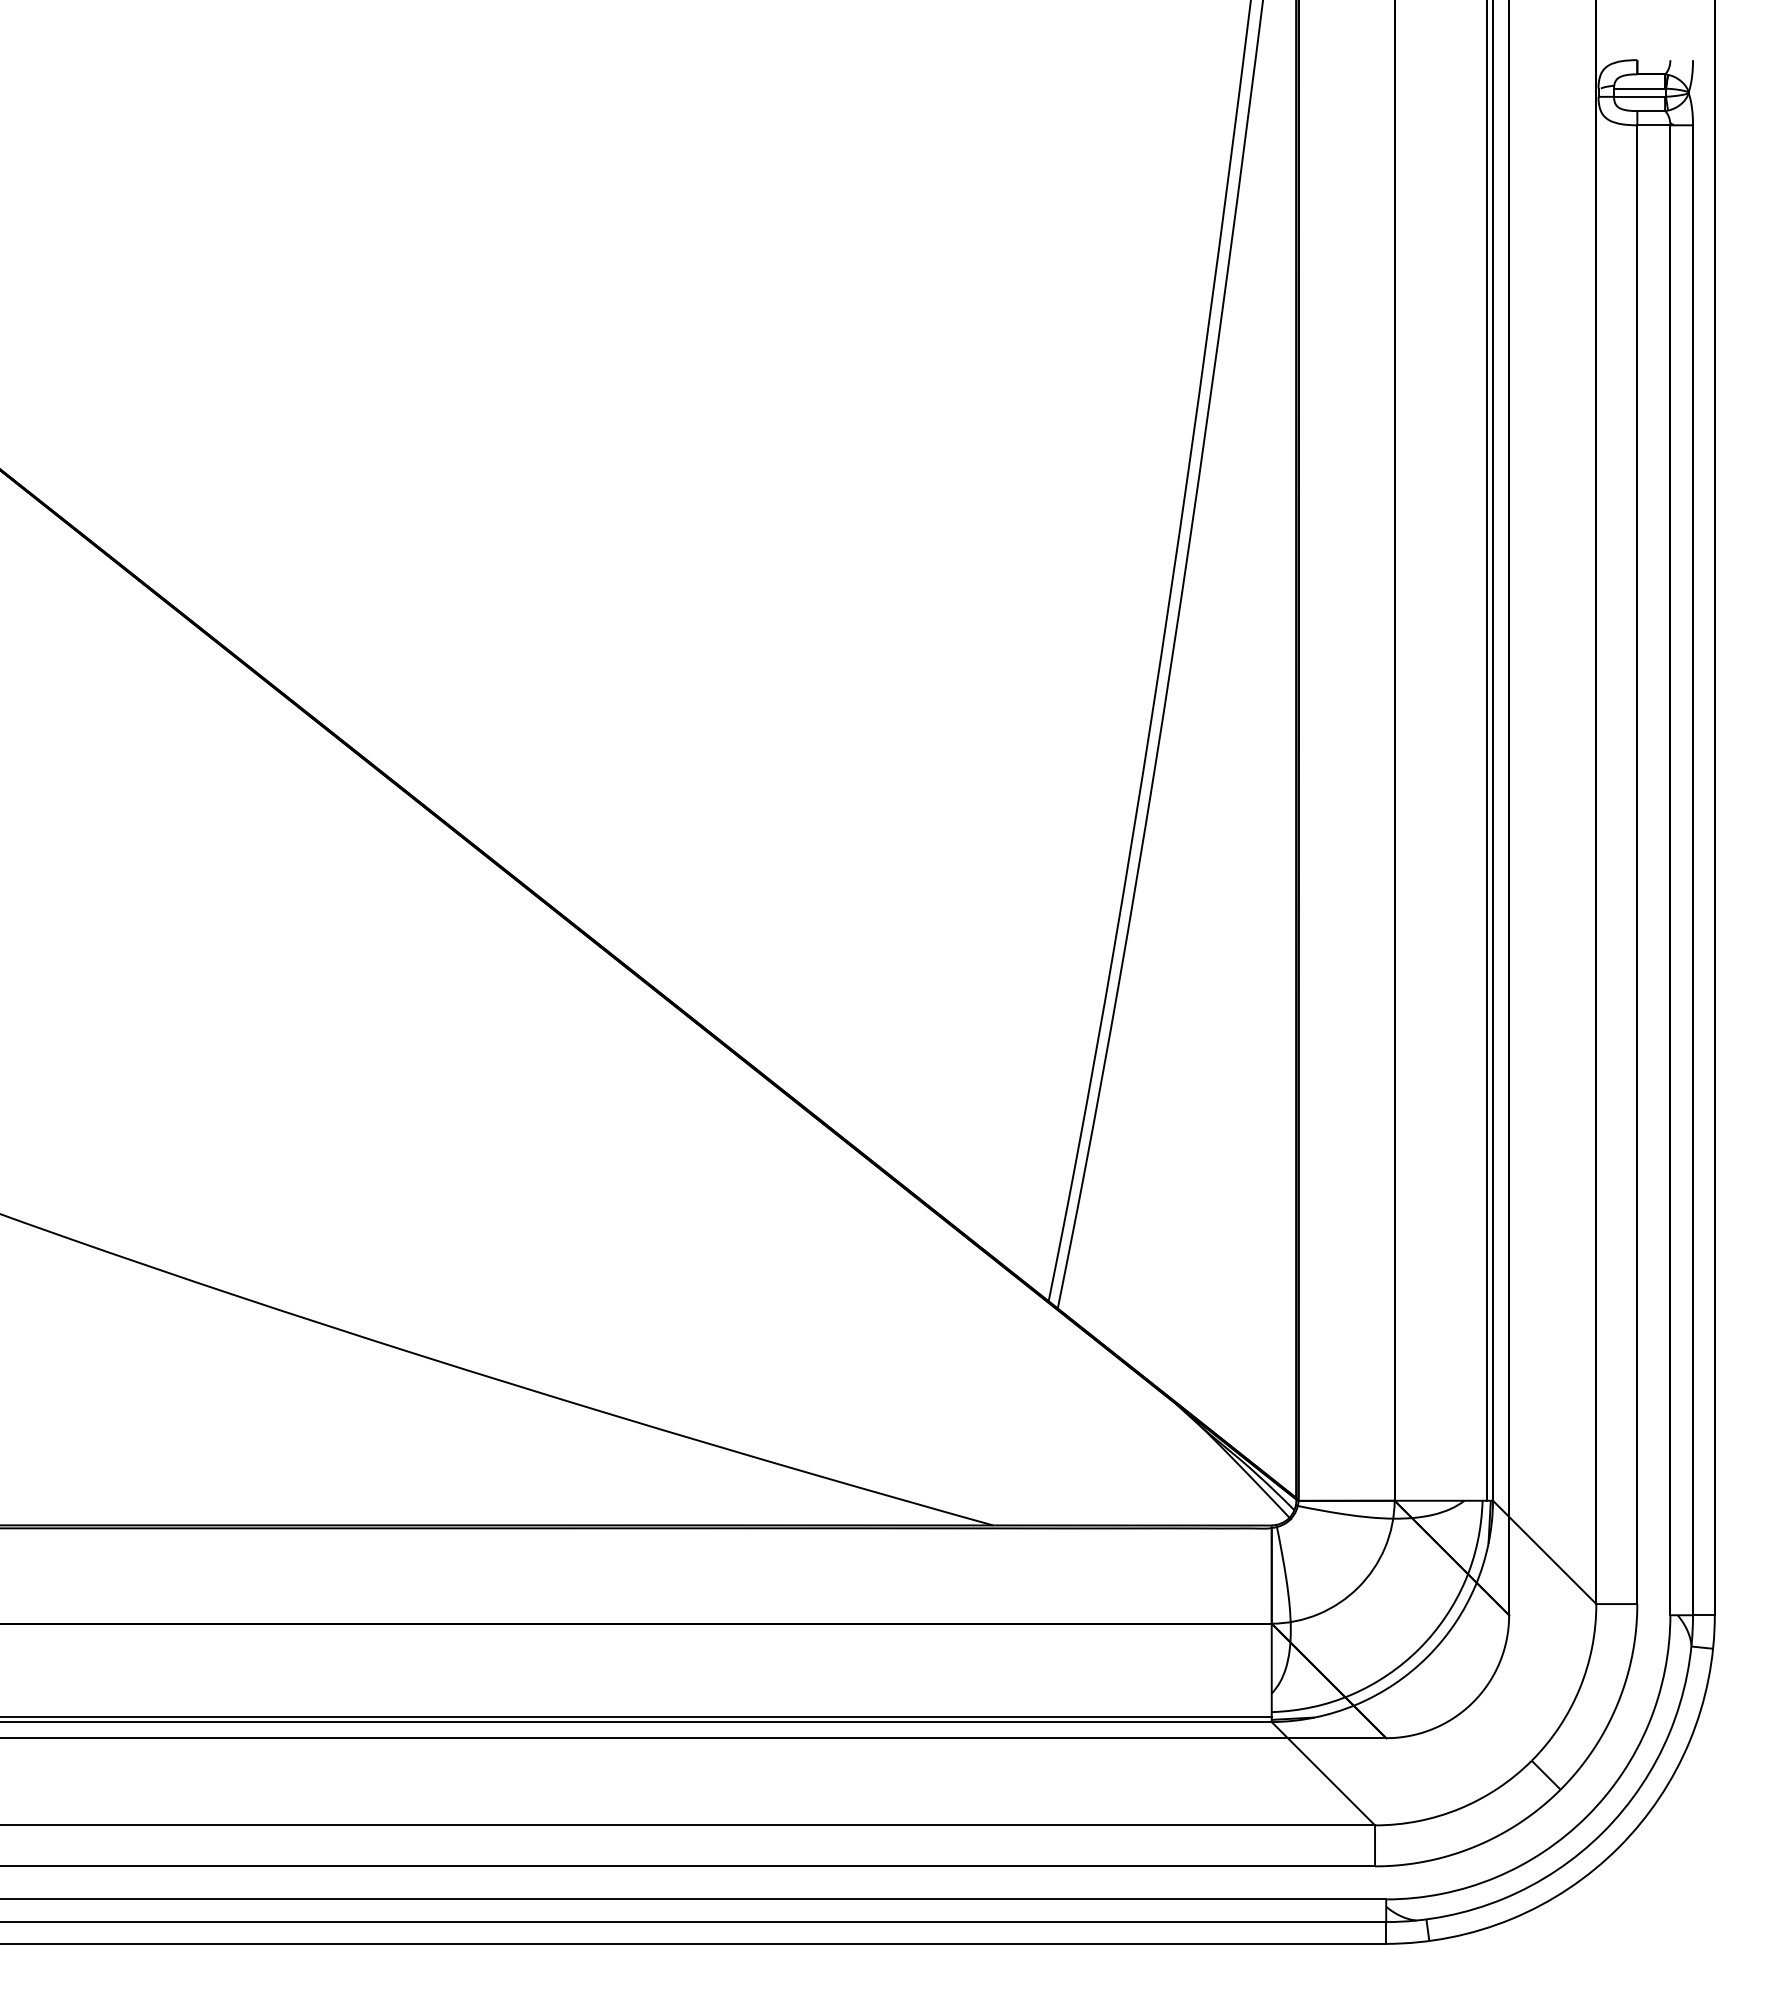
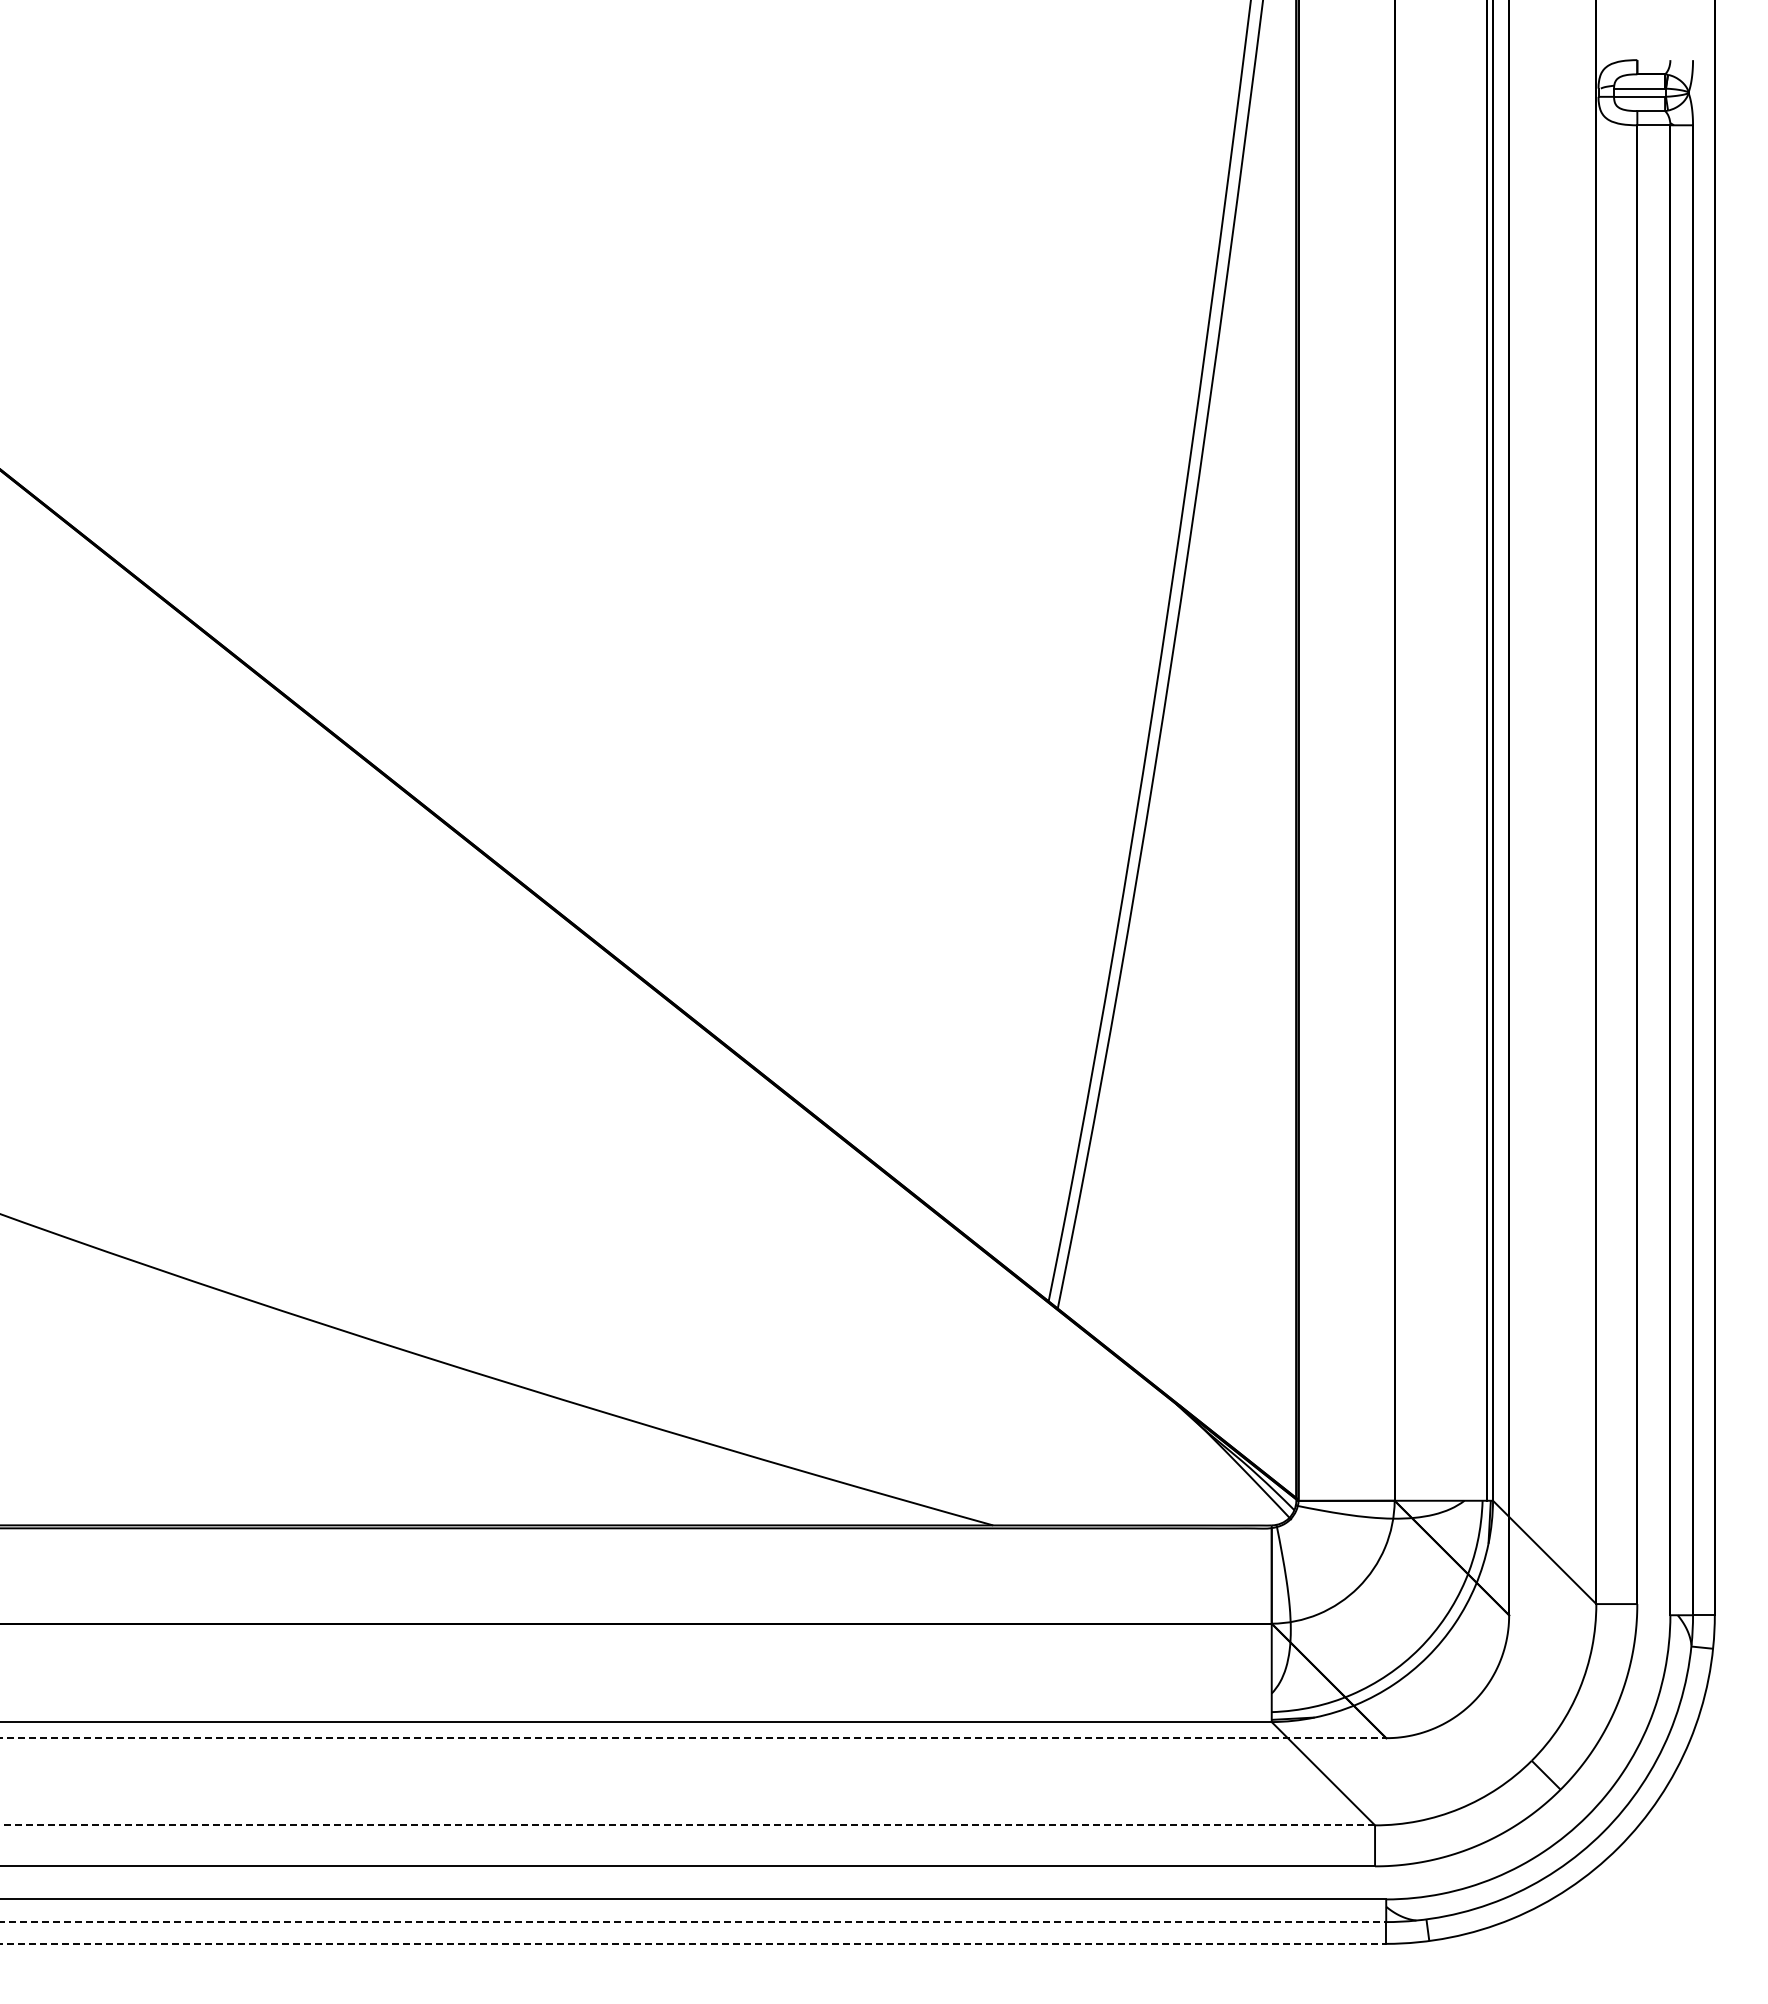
line at (636, 1716): present -> none
line at (693, 1738): solid -> dashed
line at (687, 1825): solid -> dashed
line at (693, 1922): solid -> dashed
line at (693, 1943): solid -> dashed
